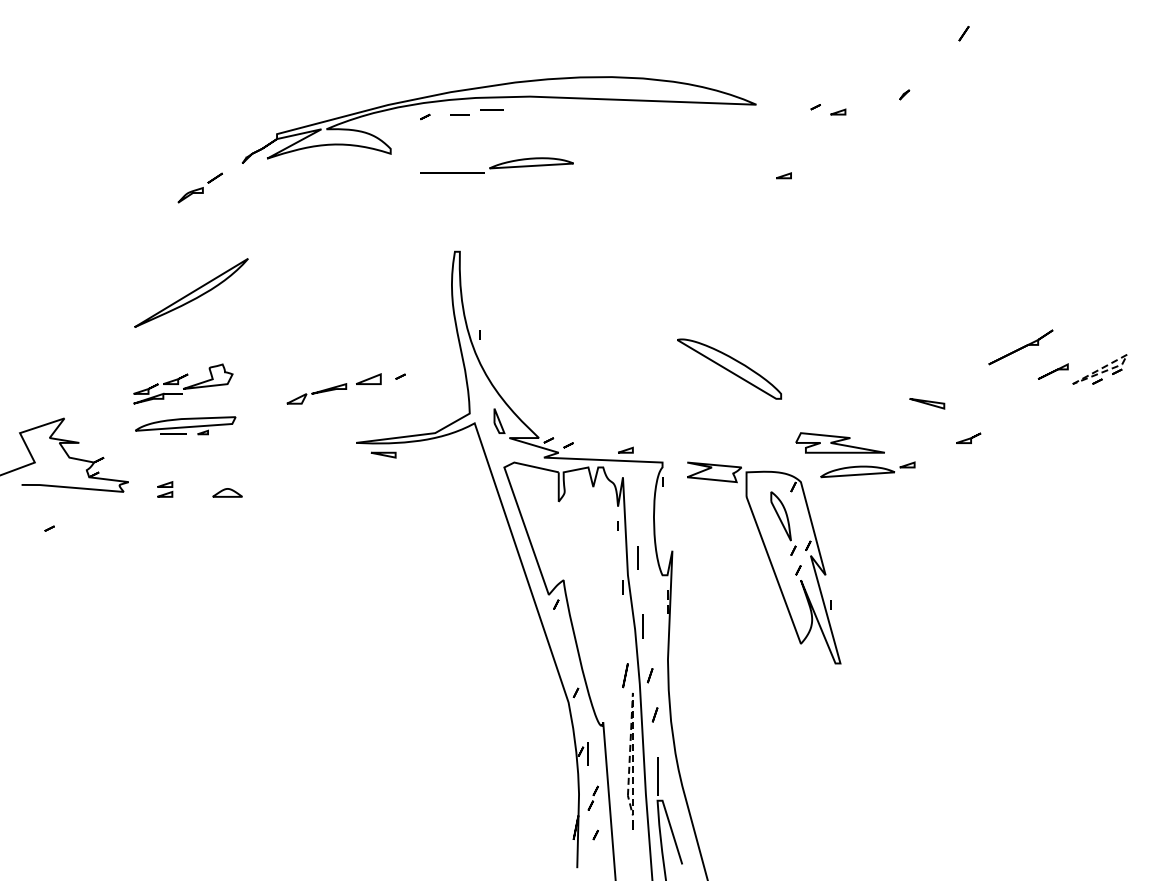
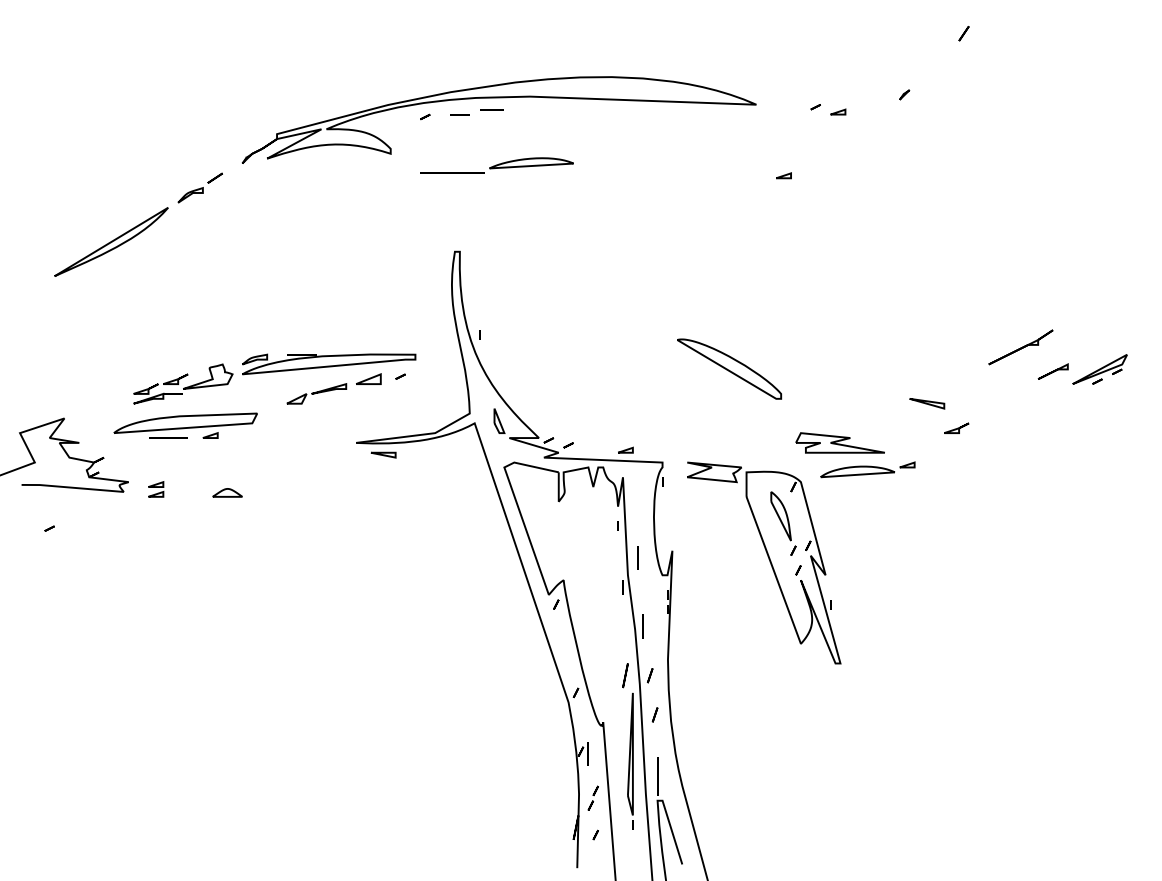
part at (191, 292) position: (191, 292) -> (111, 241)
line at (1126, 356): dashed -> solid
part at (329, 364): none -> present
part at (185, 425) size: 102x20 px -> 145x27 px
part at (968, 437) position: (968, 437) -> (956, 427)
part at (165, 489) position: (165, 489) -> (156, 489)
line at (632, 712): dashed -> solid
